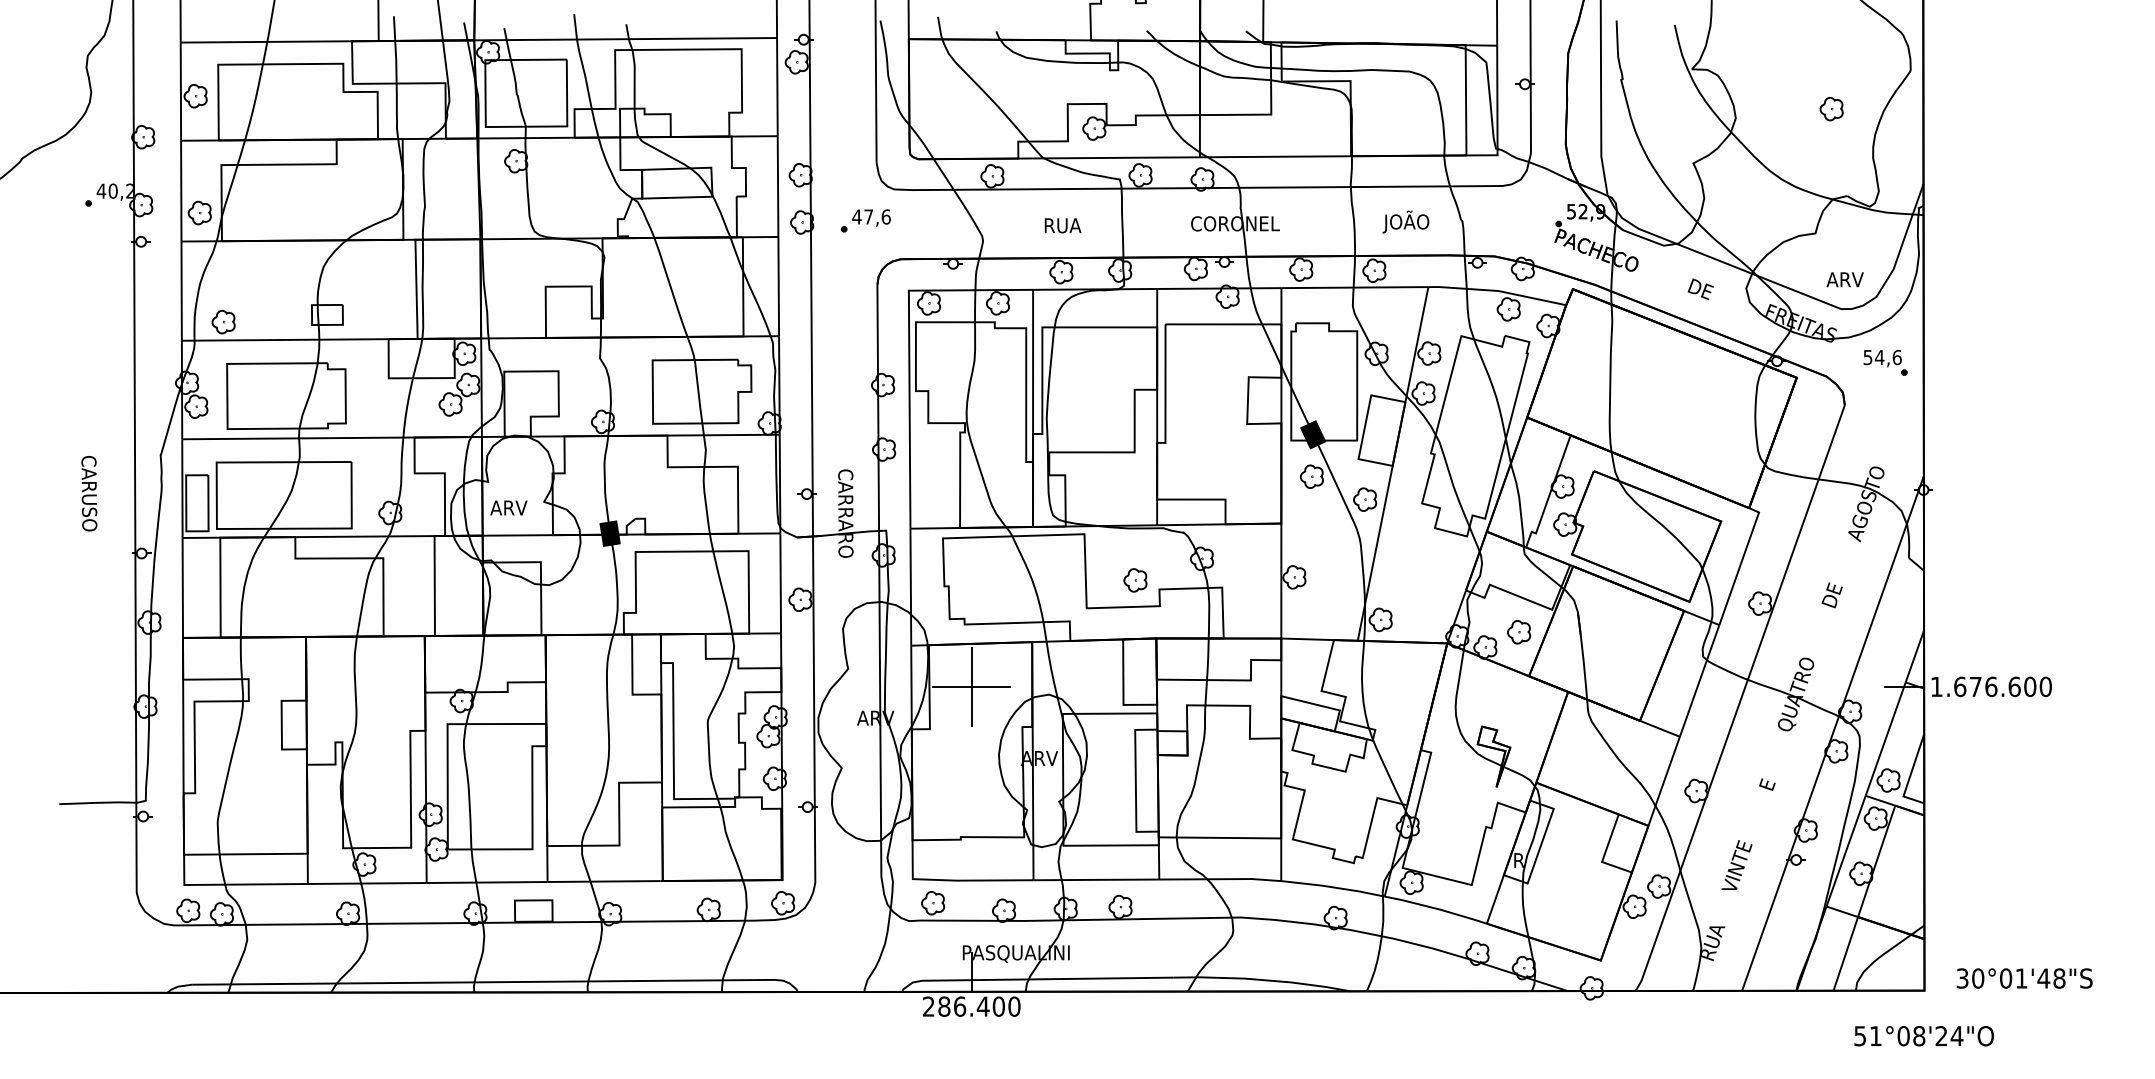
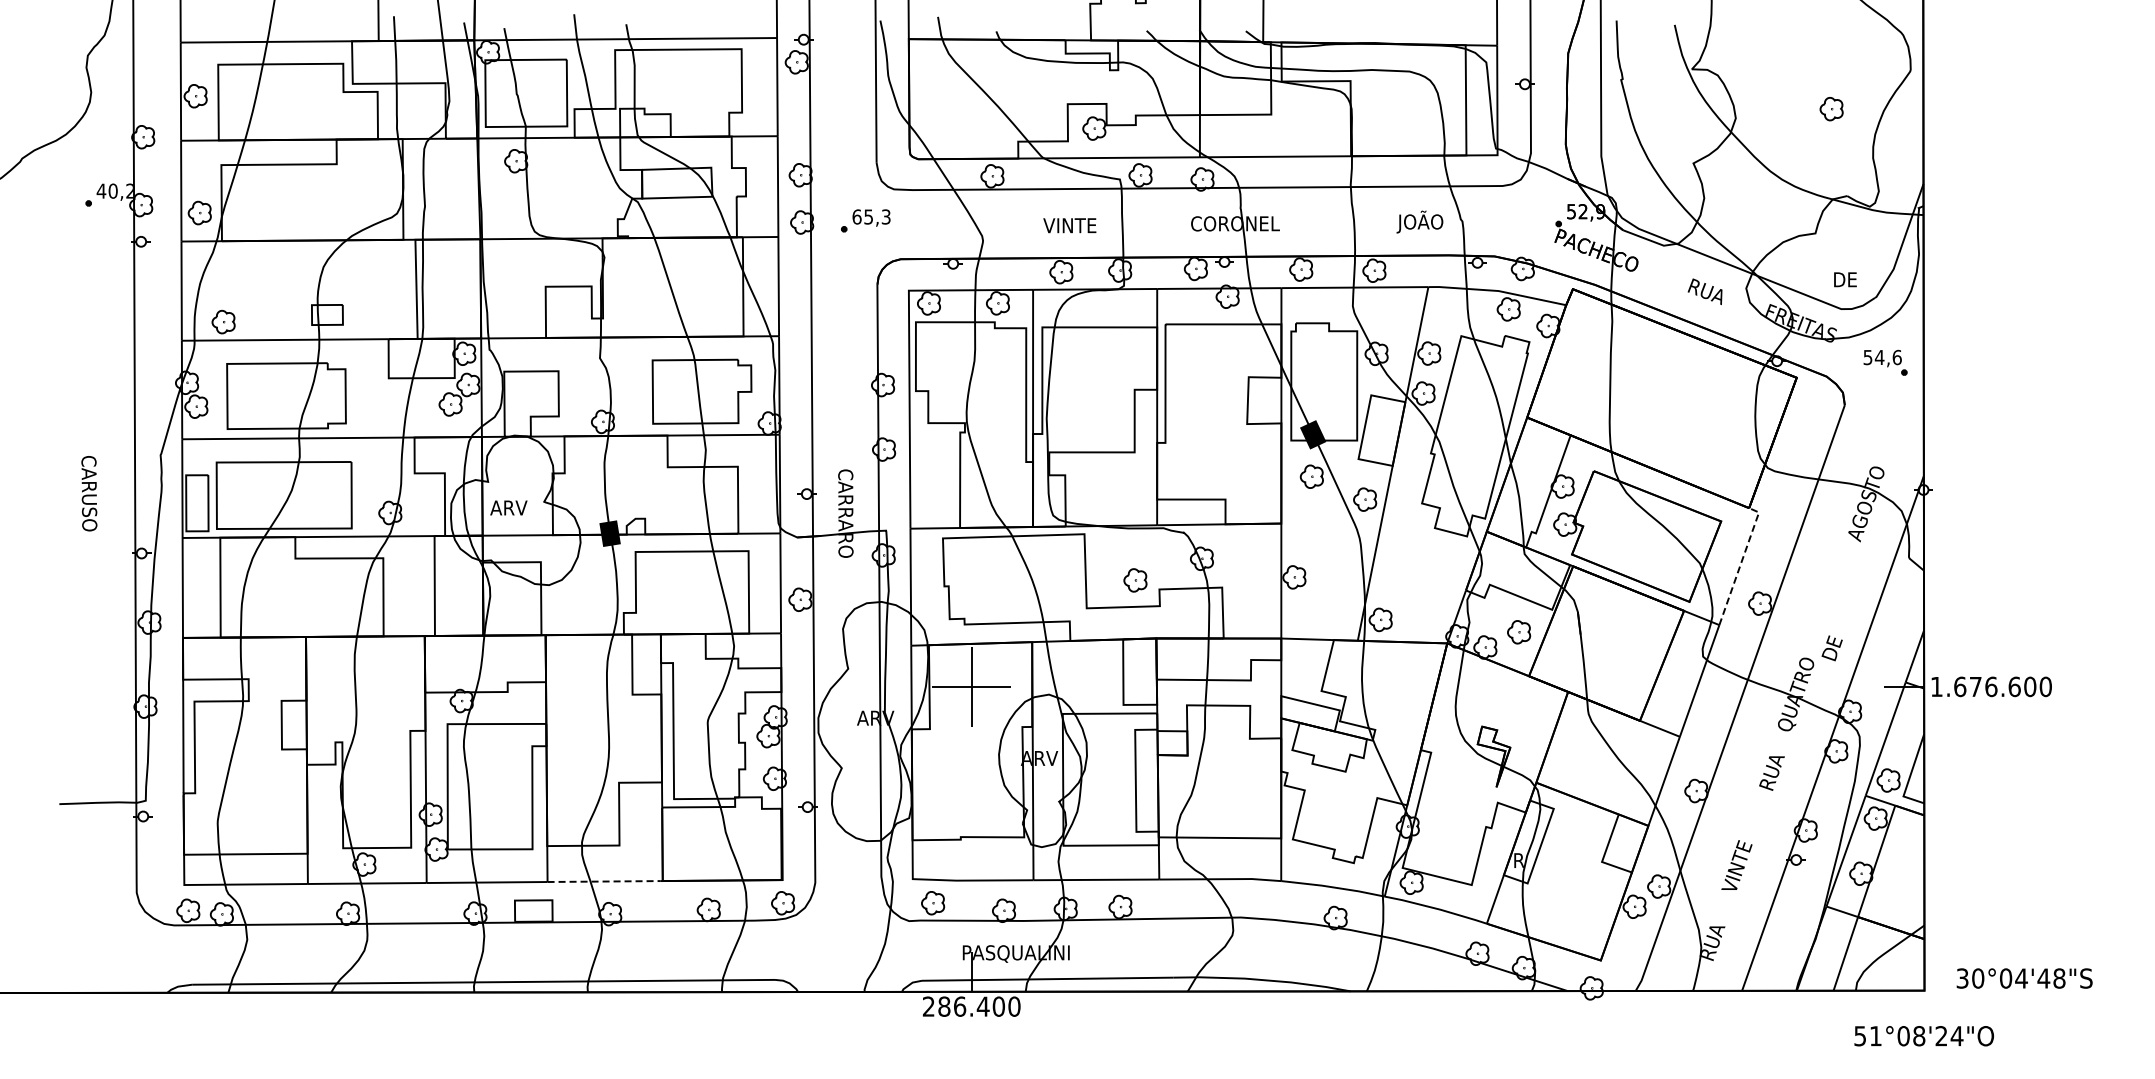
text at (871, 216): 47,6 -> 65,3
text at (1405, 221) position: (1405, 221) -> (1419, 221)
text at (1069, 225): RUA -> VINTE
text at (1844, 279): ARV -> DE
text at (1705, 293): DE -> RUA
line at (1741, 563): solid -> dashed
text at (1831, 595) position: (1831, 595) -> (1831, 648)
text at (1772, 772): E -> RUA
line at (604, 881): solid -> dashed
text at (2021, 978): 30°01'48"S -> 30°04'48"S
